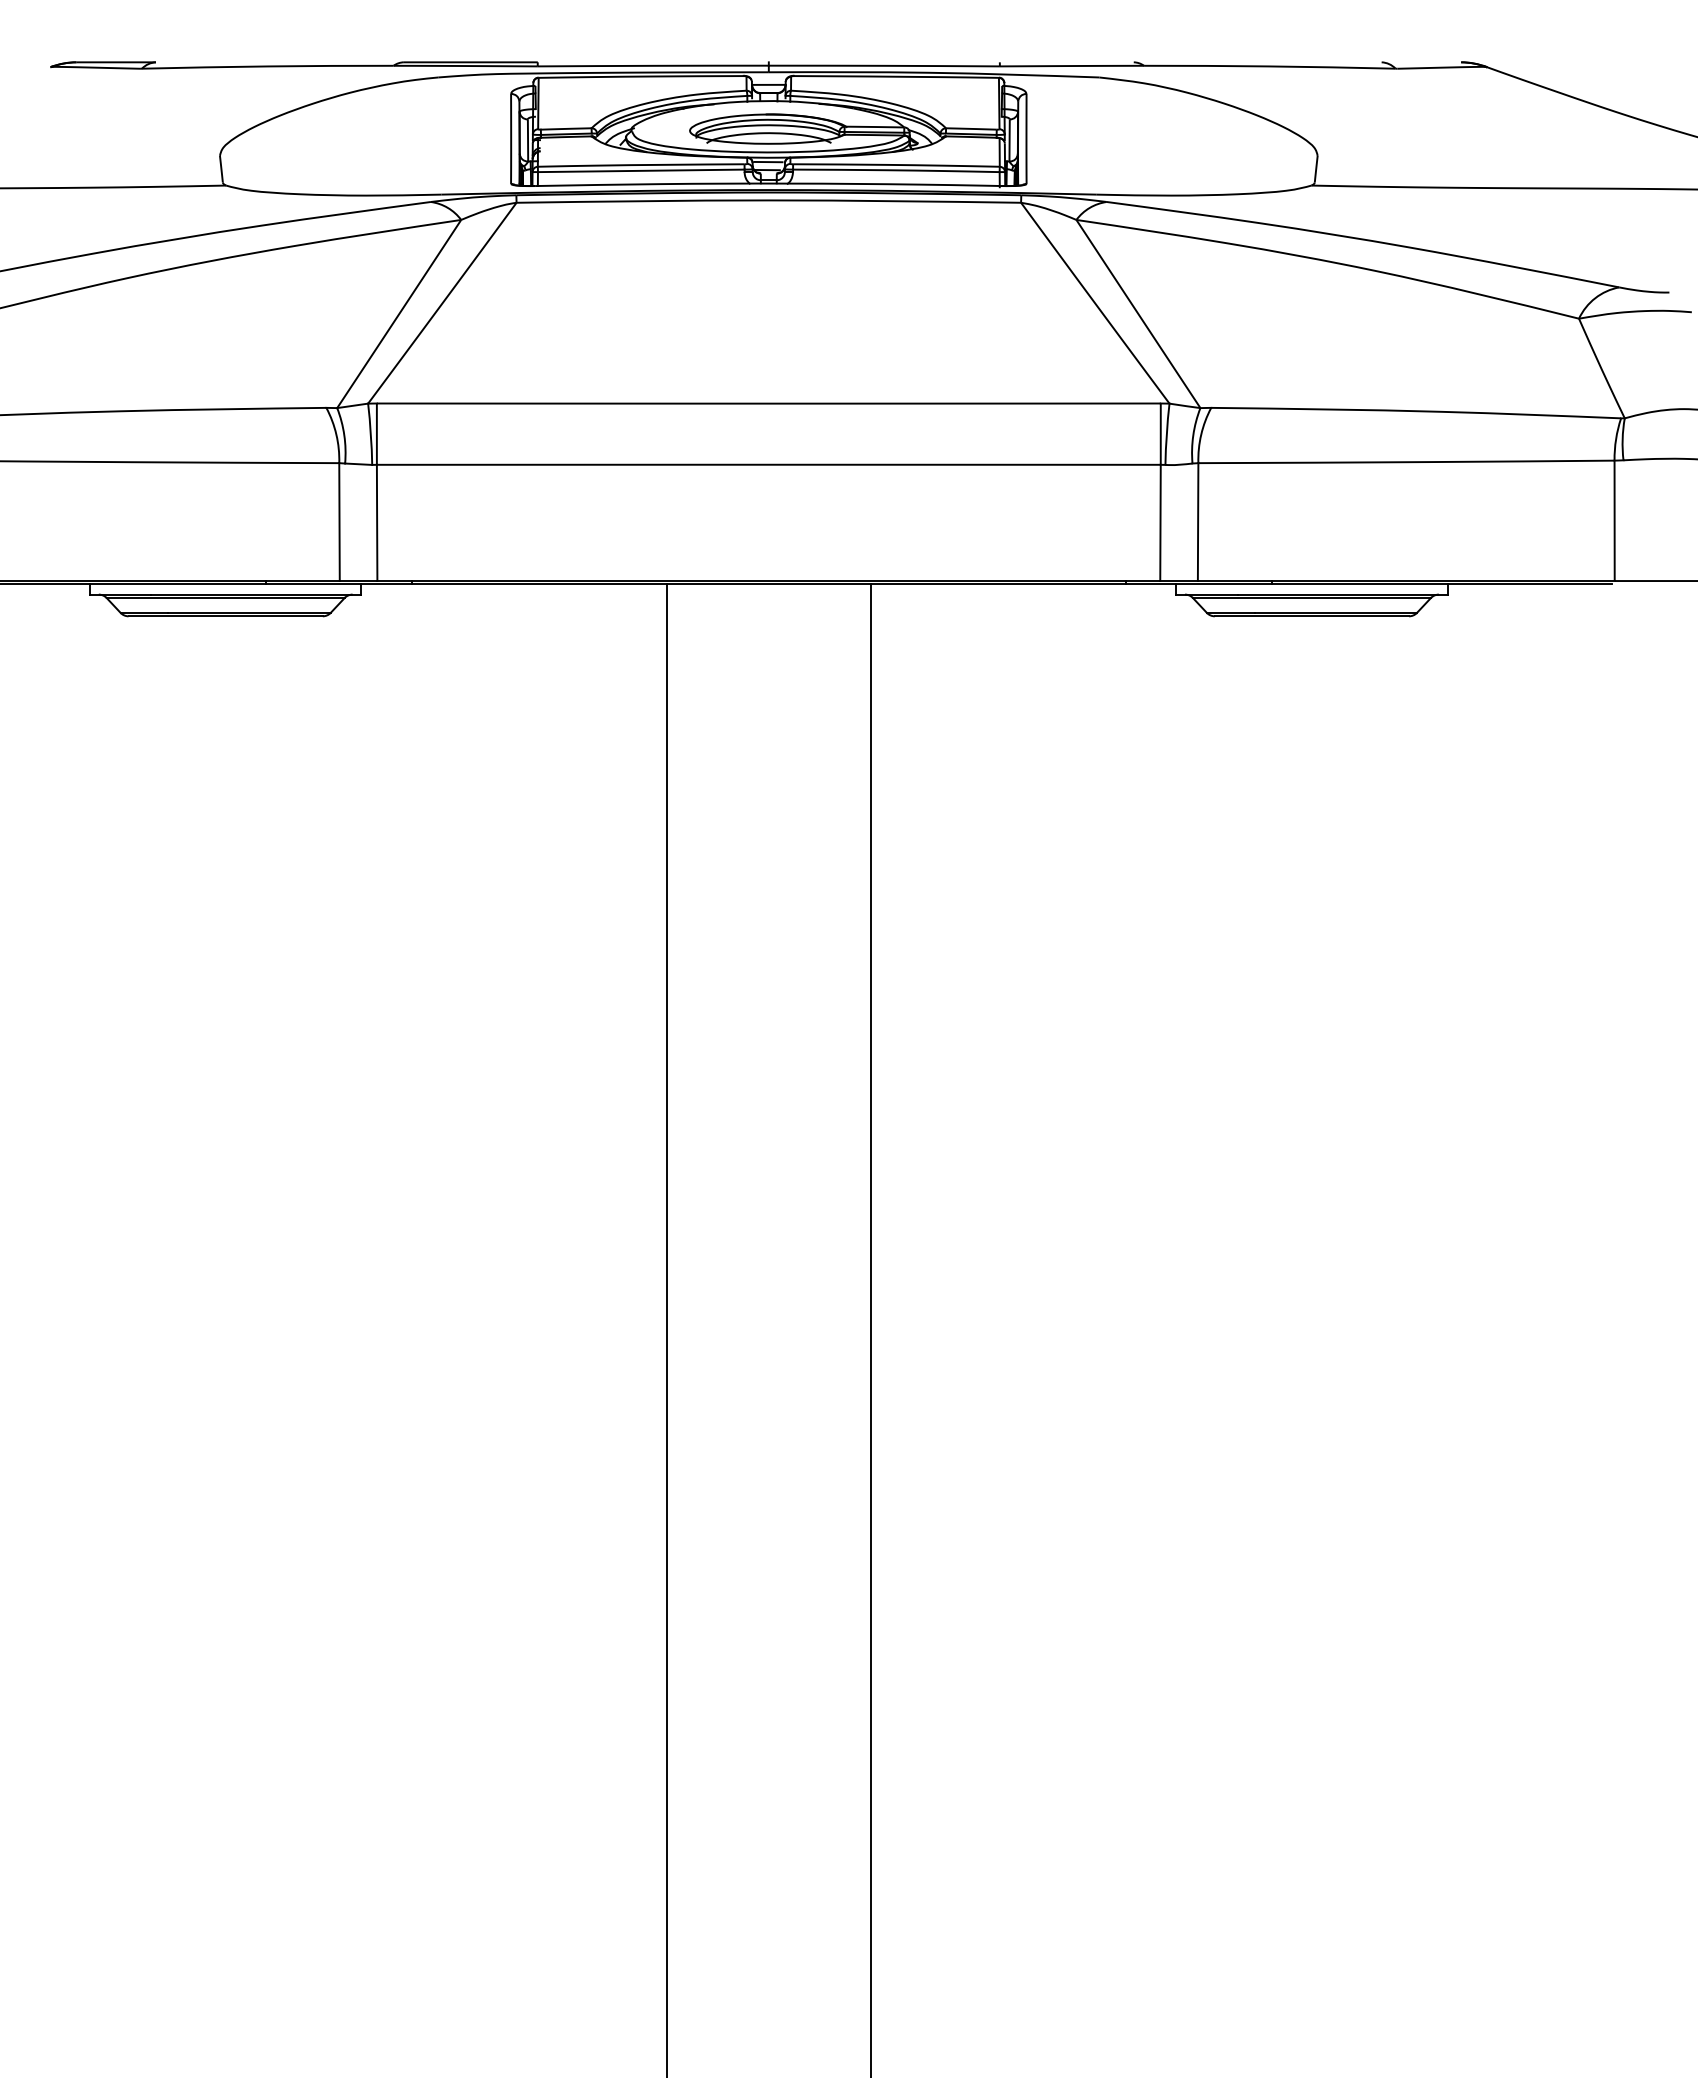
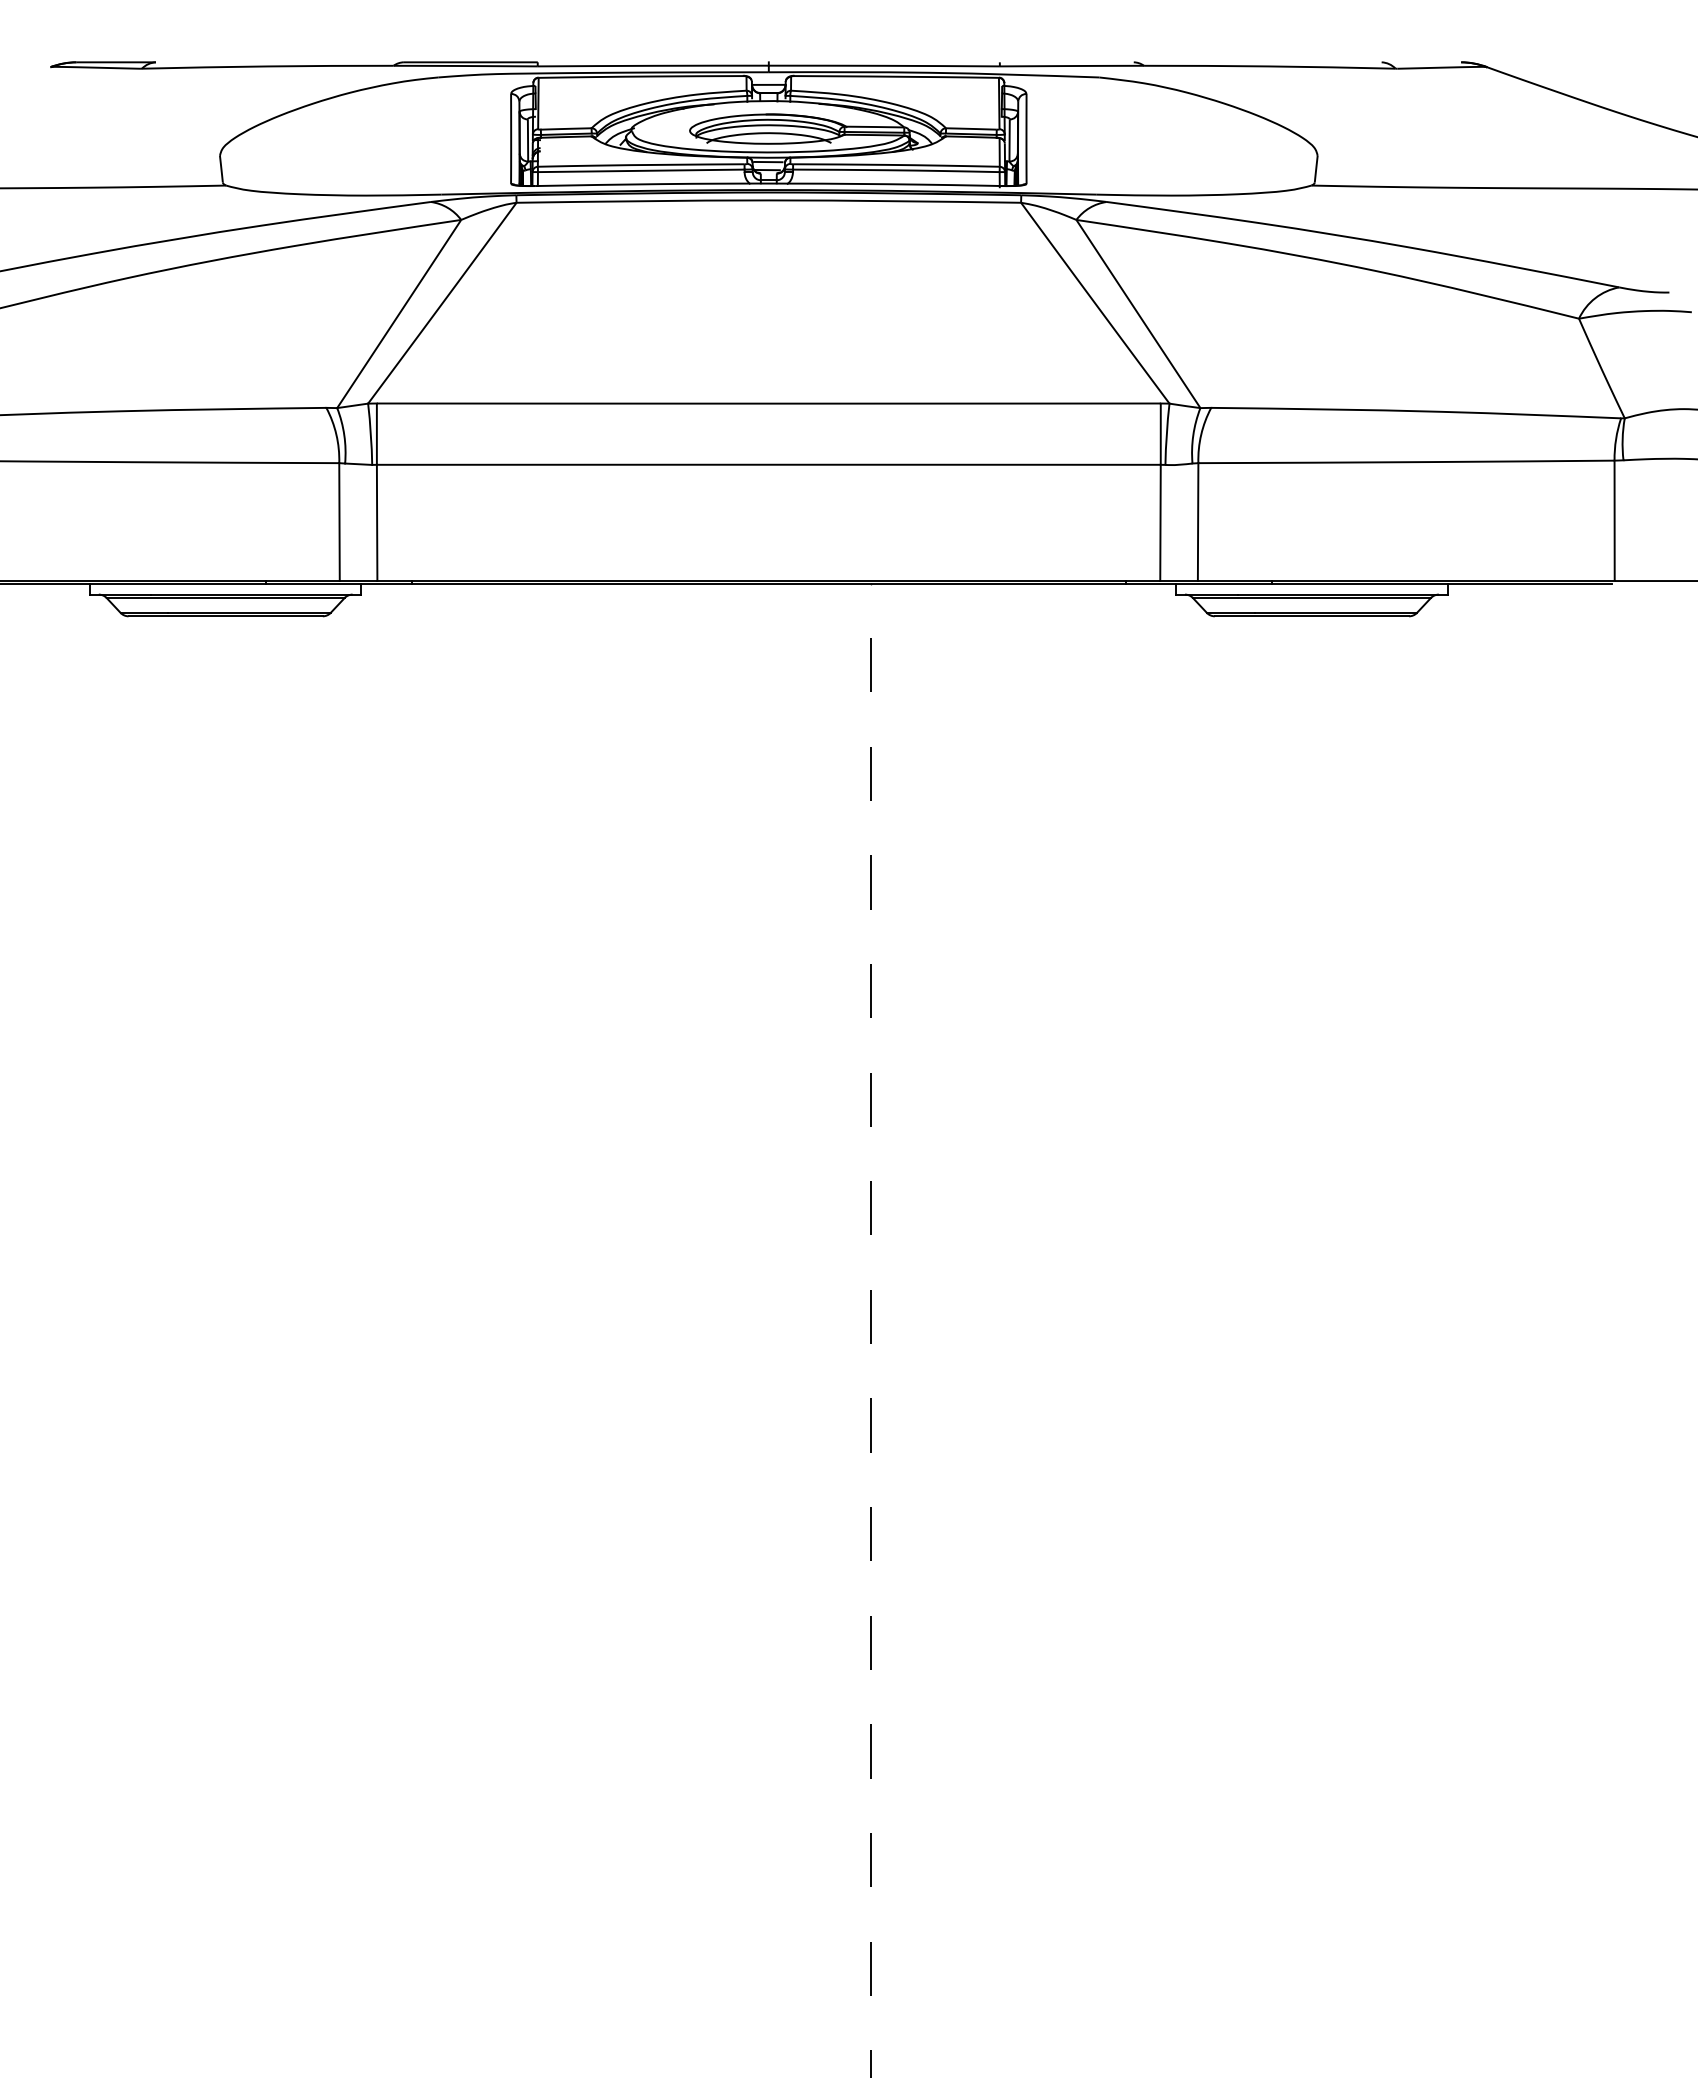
line at (666, 1328): present -> none
line at (870, 1330): solid -> dashed
